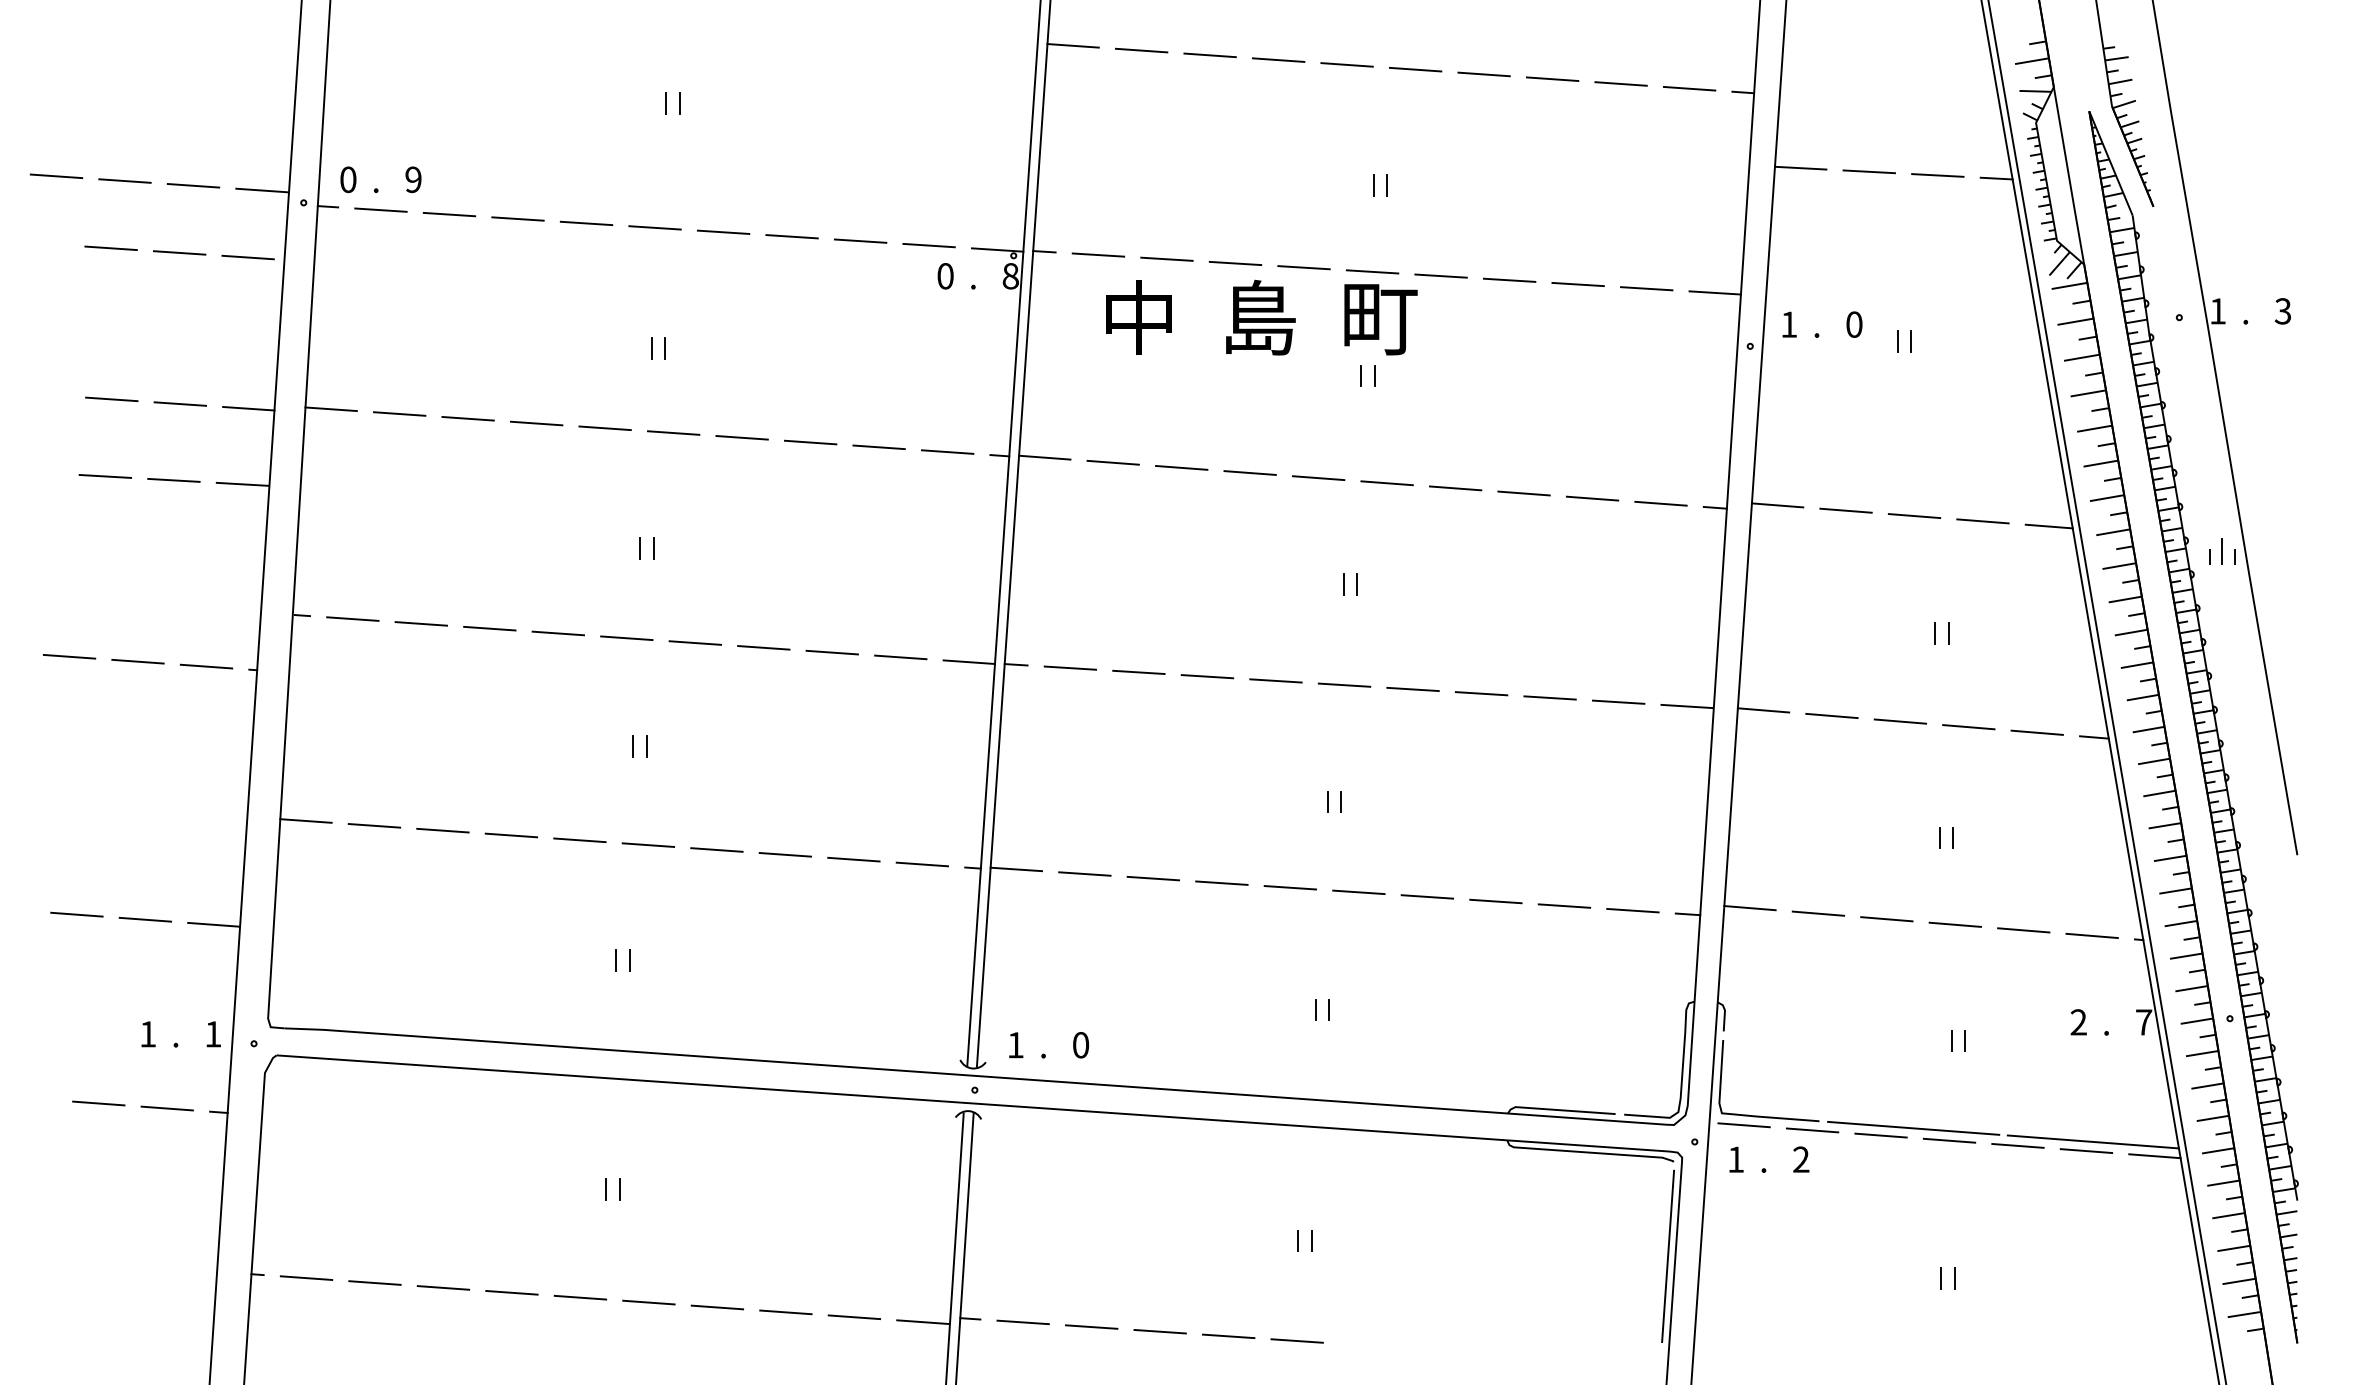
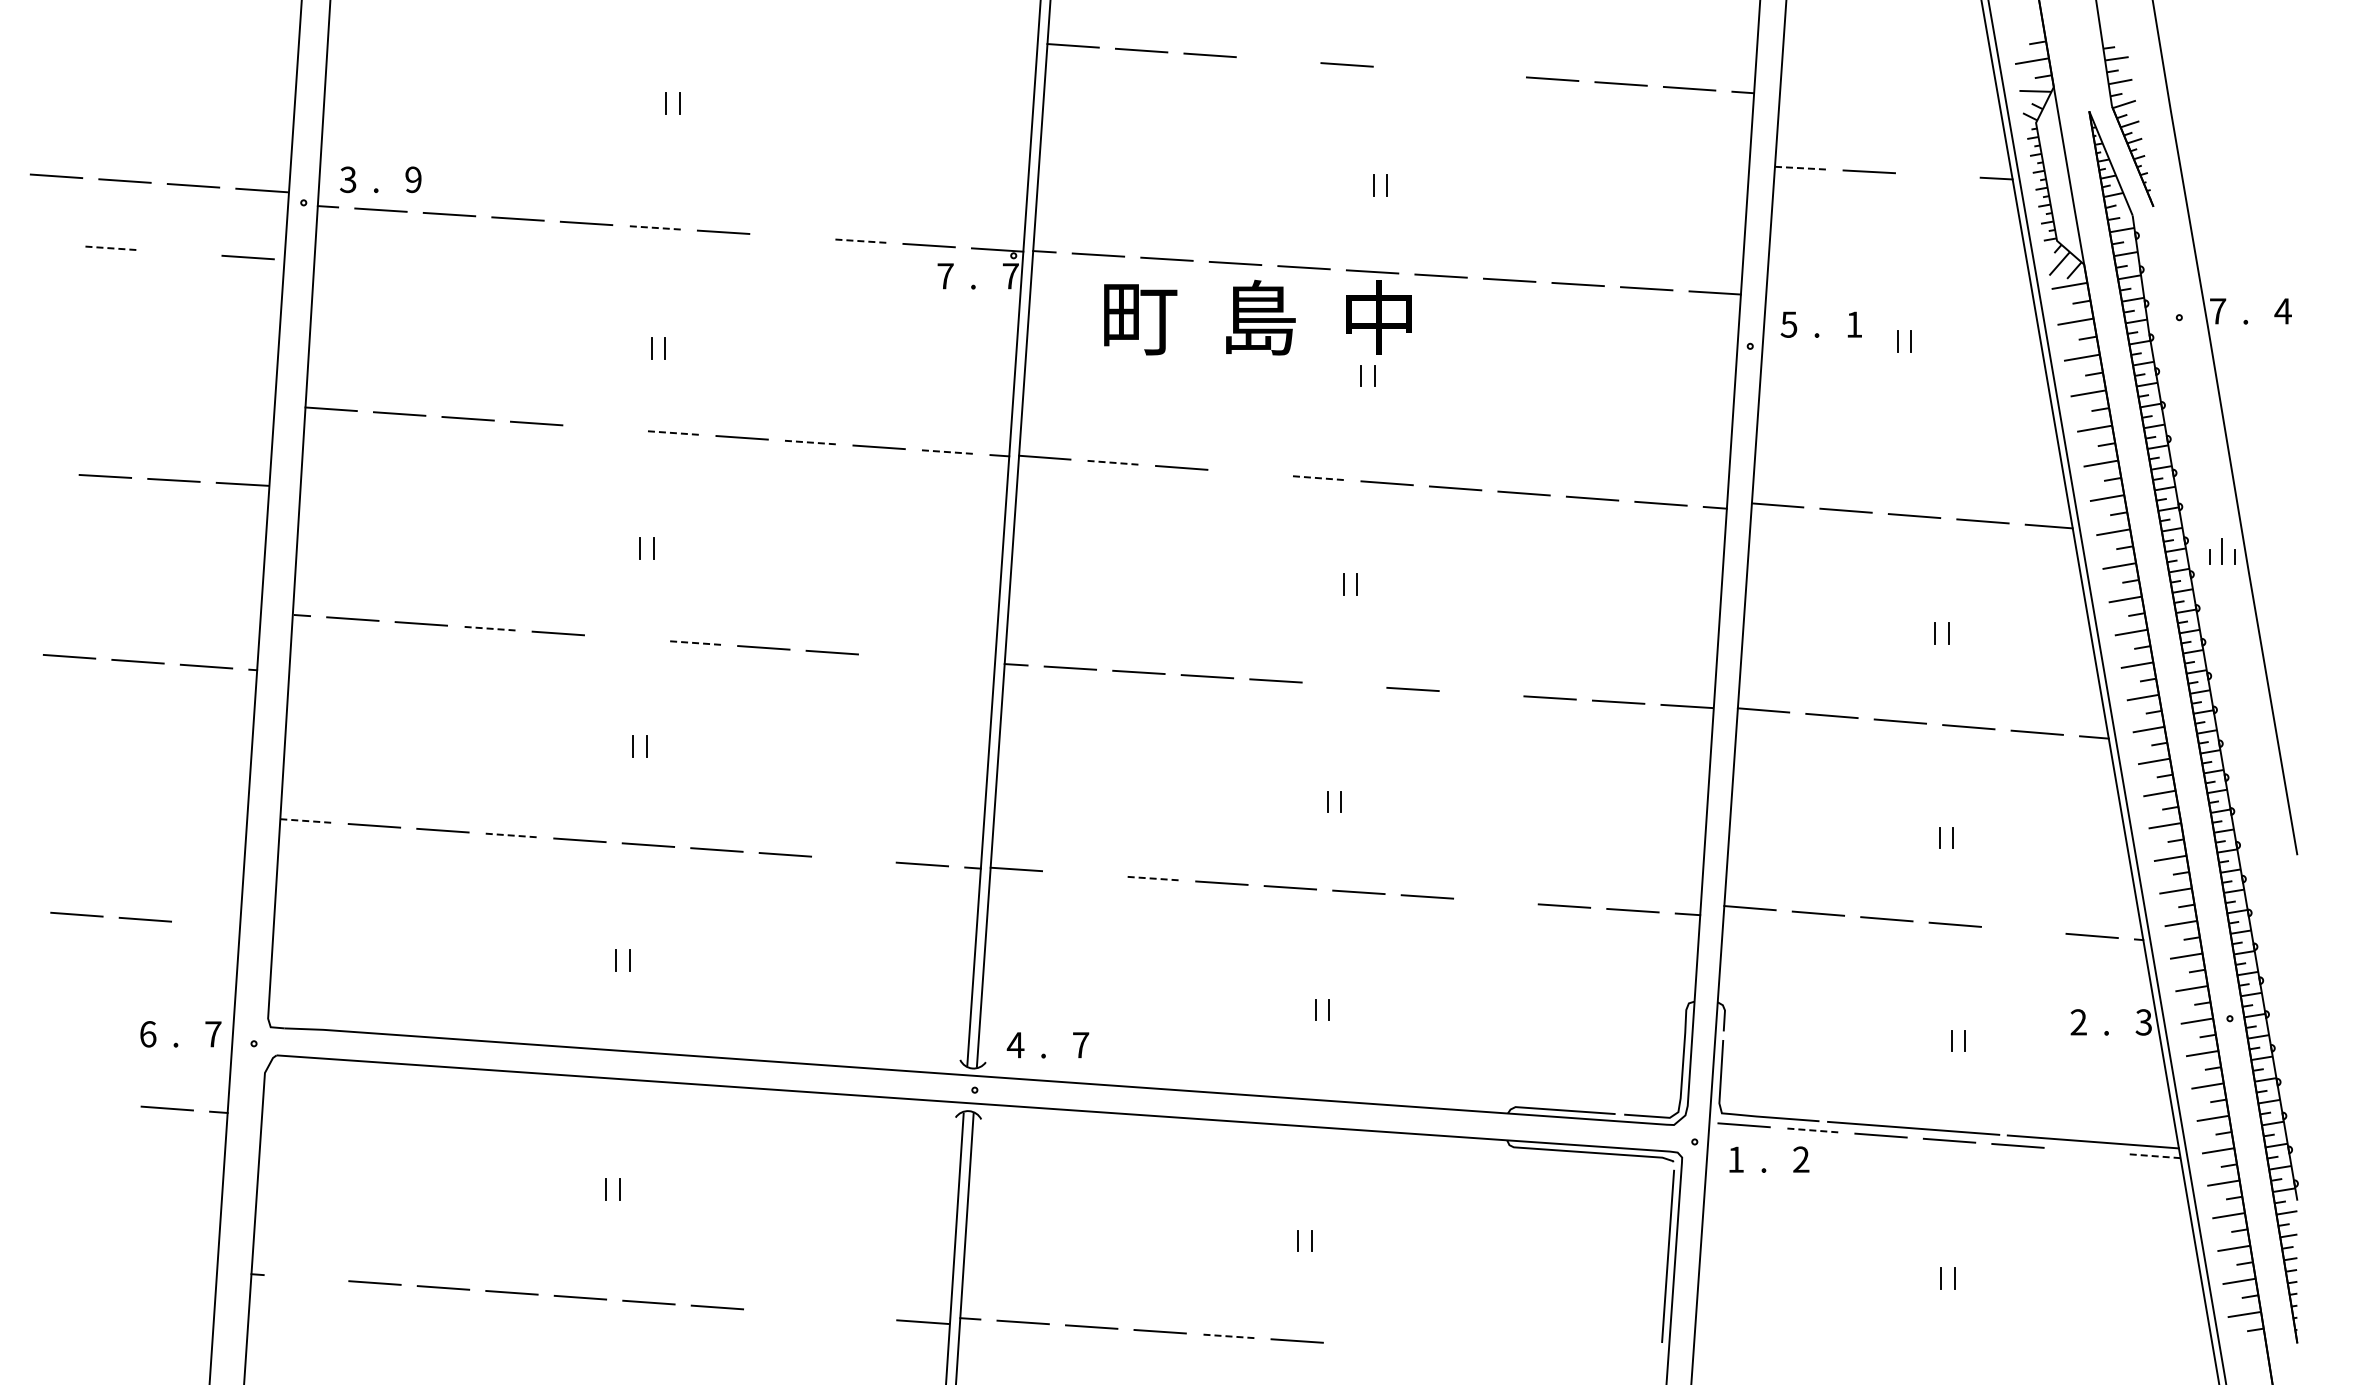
line at (1278, 59): present -> none
line at (1415, 69): present -> none
line at (1483, 74): present -> none
line at (1800, 168): solid -> dashed
line at (1937, 175): present -> none
text at (348, 179): 0 -> 3
line at (655, 227): solid -> dashed
line at (791, 236): present -> none
line at (860, 241): solid -> dashed
line at (111, 248): solid -> dashed
line at (179, 252): present -> none
text at (945, 276): 0 -> 7
text at (1010, 276): 8 -> 7
text at (2218, 311): 1 -> 7
text at (2282, 311): 3 -> 4
text at (1140, 317): 中 -> 町
text at (1380, 317): 町 -> 中
text at (1788, 324): 1 -> 5
text at (1854, 324): 0 -> 1
line at (111, 399): present -> none
line at (180, 403): present -> none
line at (248, 408): present -> none
line at (604, 428): present -> none
line at (673, 433): solid -> dashed
line at (810, 442): solid -> dashed
line at (947, 452): solid -> dashed
line at (1113, 462): solid -> dashed
line at (1249, 472): present -> none
line at (1318, 478): solid -> dashed
line at (489, 628): solid -> dashed
line at (626, 638): present -> none
line at (695, 643): solid -> dashed
line at (900, 657): present -> none
line at (968, 662): present -> none
line at (1344, 684): present -> none
line at (1481, 693): present -> none
line at (305, 820): solid -> dashed
line at (511, 835): solid -> dashed
line at (853, 859): present -> none
line at (1084, 873): present -> none
line at (1153, 878): solid -> dashed
line at (1495, 901): present -> none
line at (213, 924): present -> none
line at (2023, 930): present -> none
text at (2143, 1022): 7 -> 3
text at (148, 1034): 1 -> 6
text at (213, 1034): 1 -> 7
text at (1015, 1045): 1 -> 4
text at (1081, 1045): 0 -> 7
line at (98, 1103): present -> none
line at (1812, 1130): solid -> dashed
line at (2086, 1151): present -> none
line at (2154, 1156): solid -> dashed
line at (306, 1277): present -> none
line at (785, 1312): present -> none
line at (854, 1317): present -> none
line at (1228, 1336): solid -> dashed
